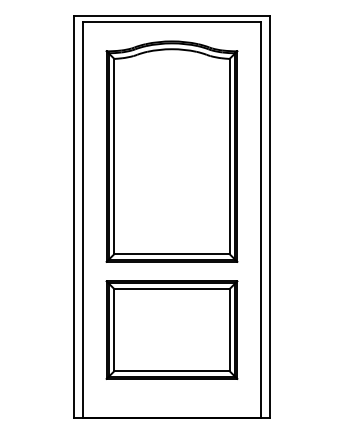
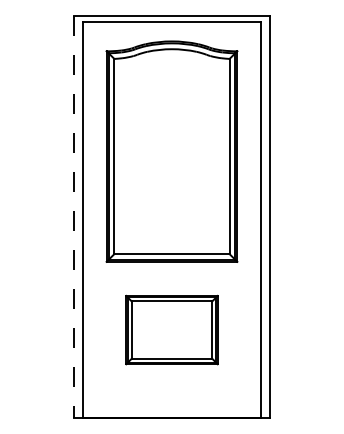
line at (74, 216): solid -> dashed
part at (171, 329) size: 134x100 px -> 94x72 px
